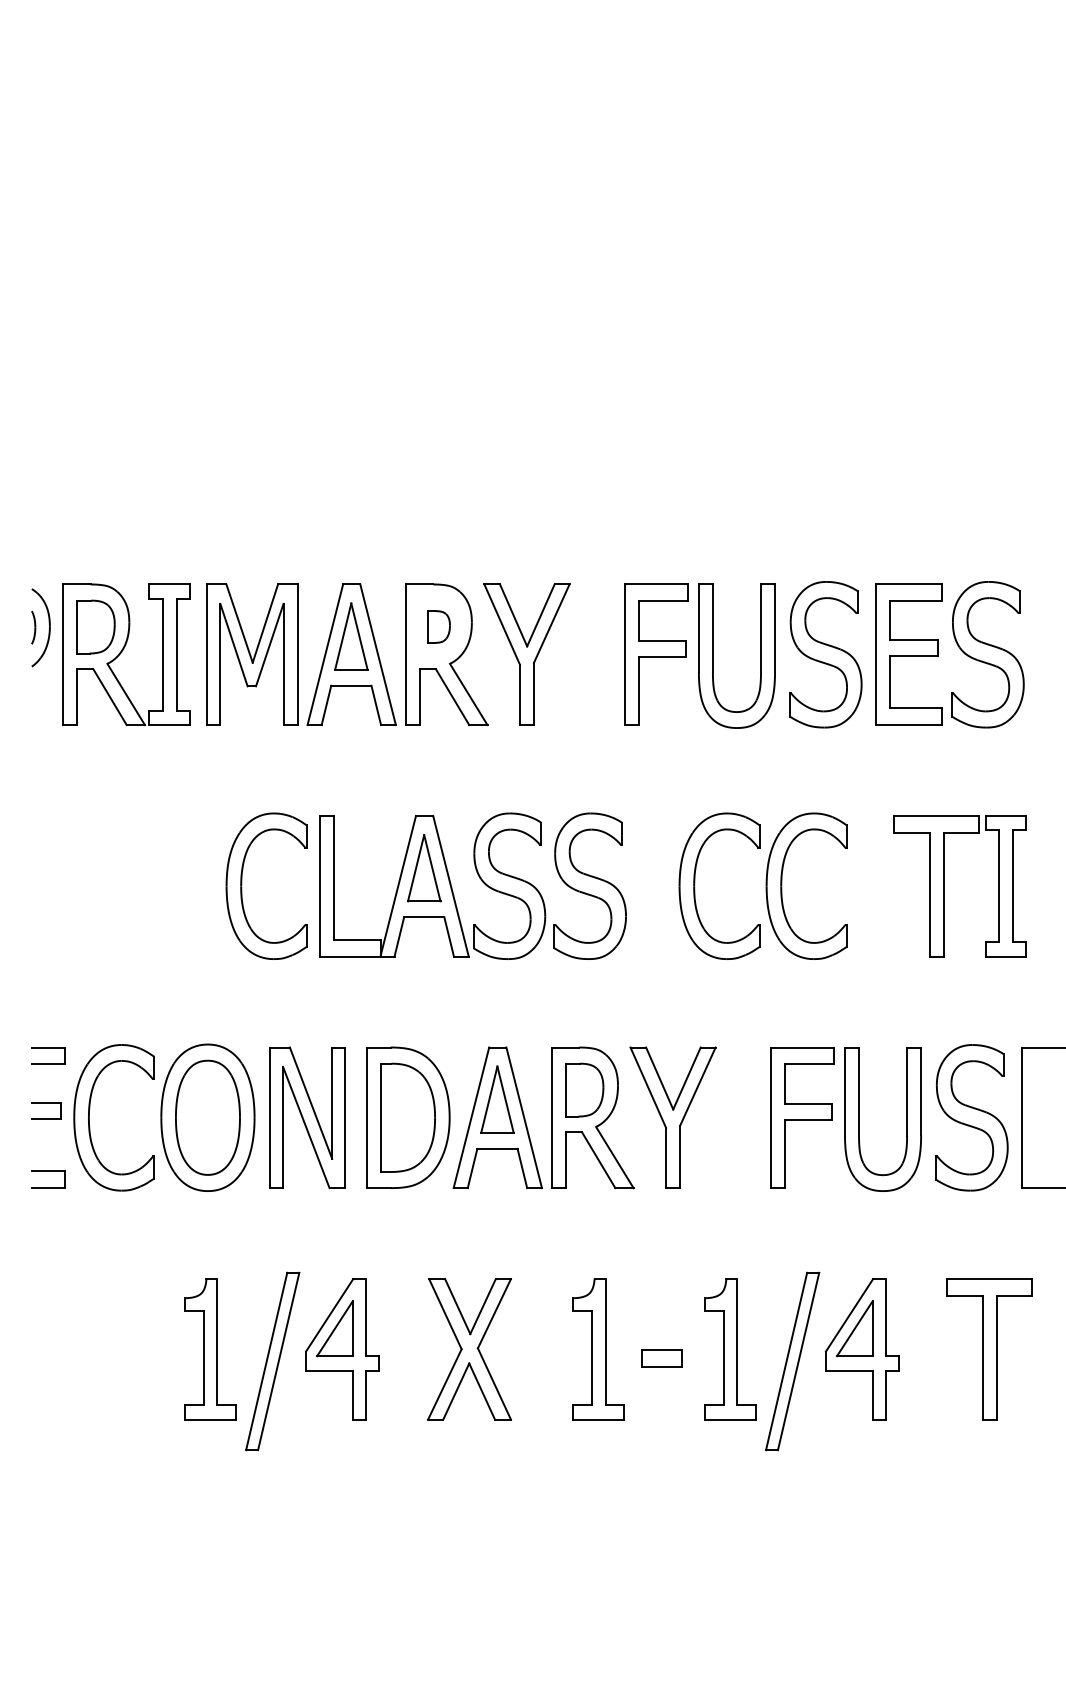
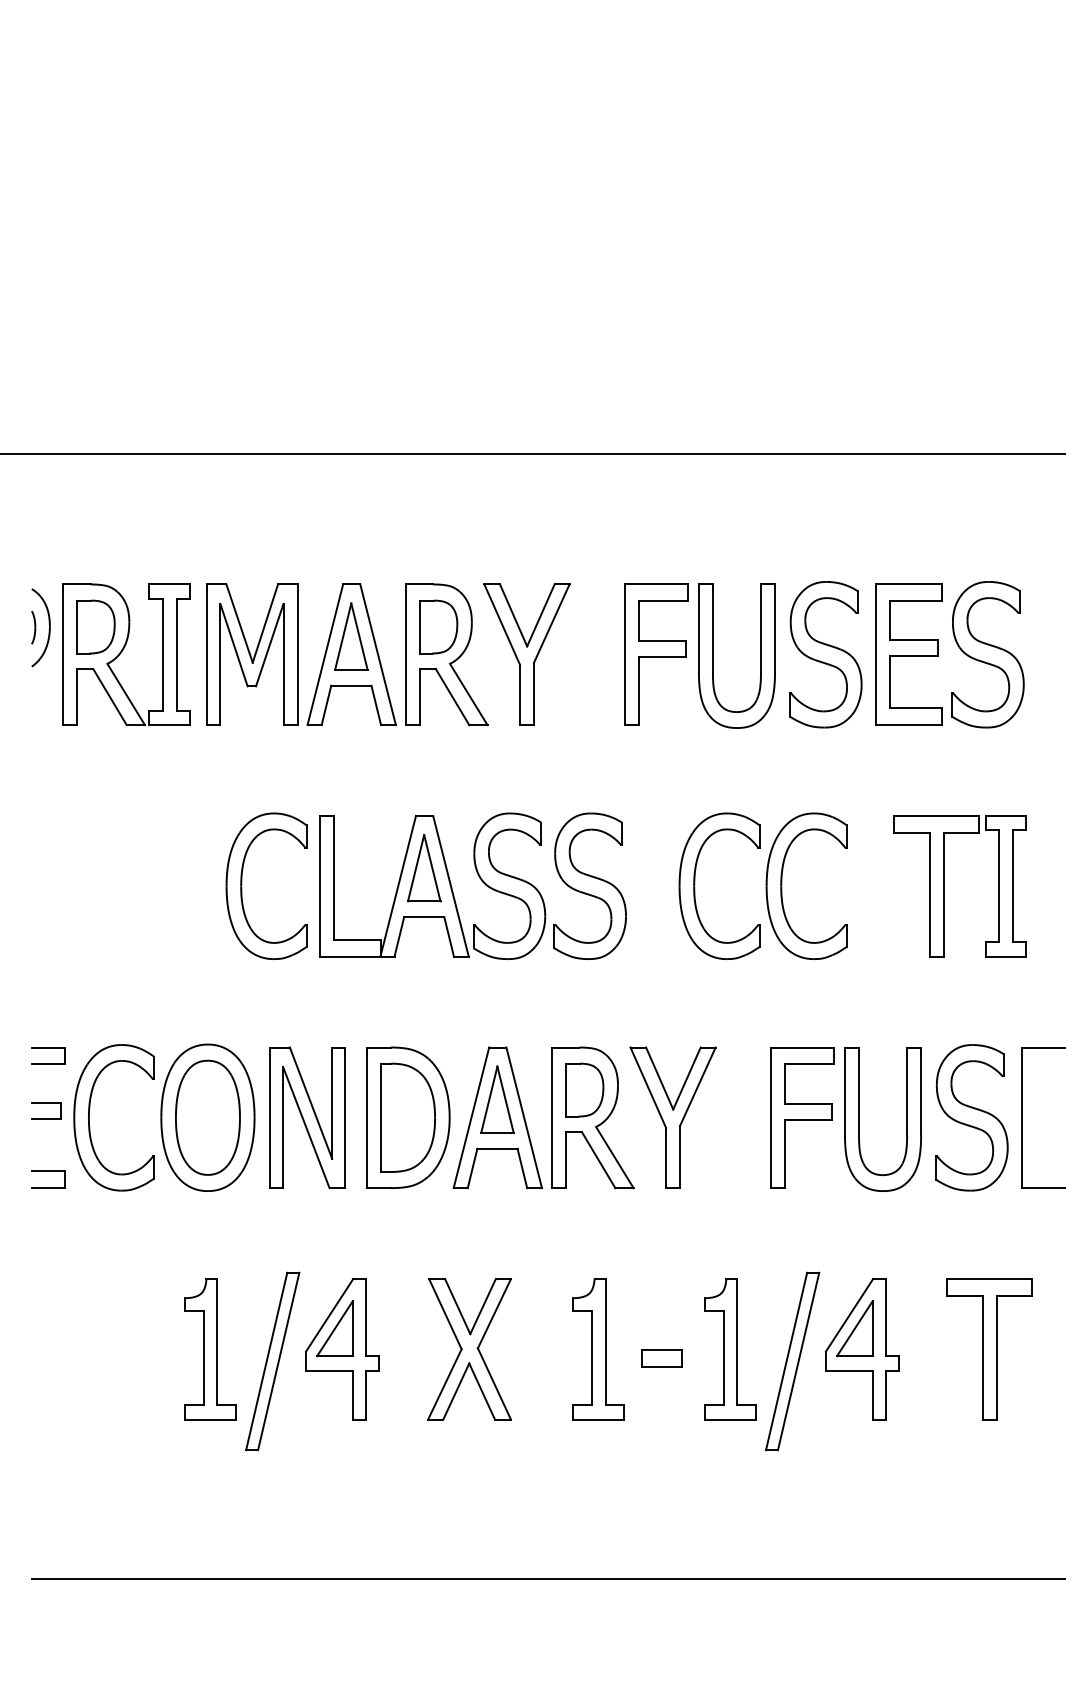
line at (532, 453): none -> present
part at (438, 626) size: 24x34 px -> 40x56 px
line at (546, 1578): none -> present
